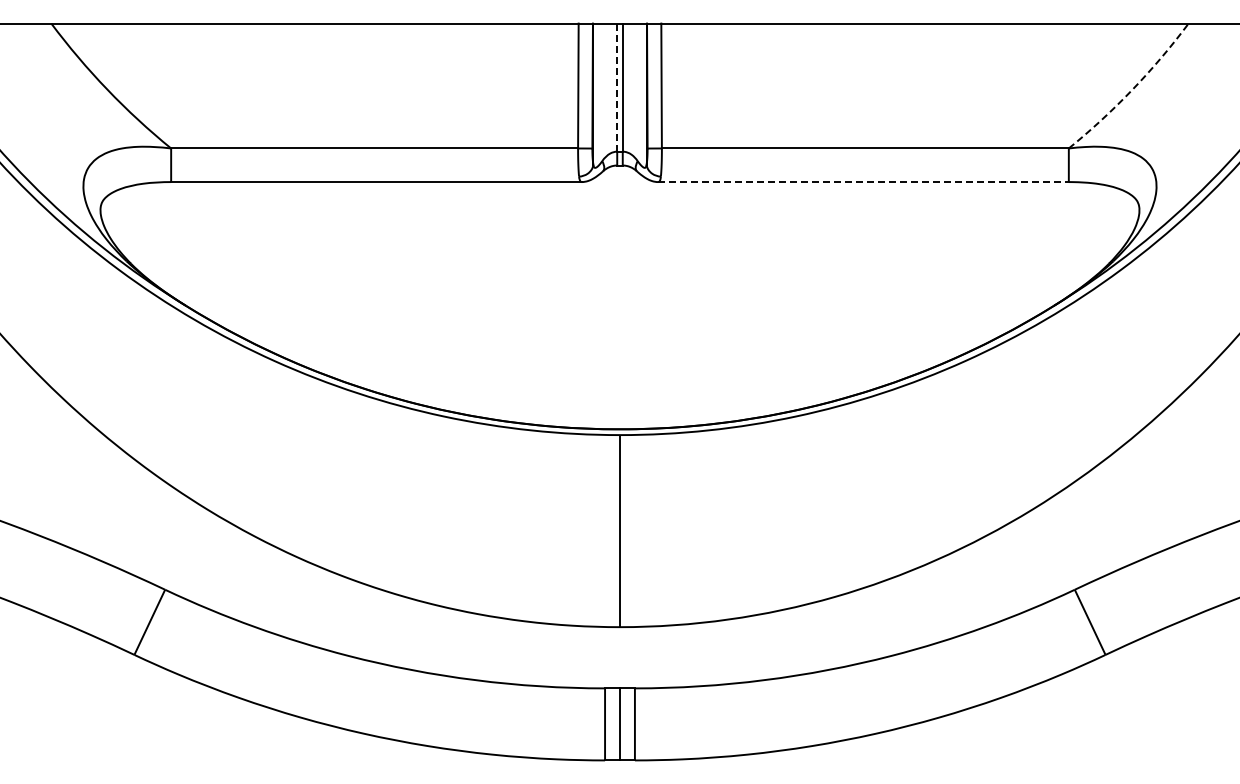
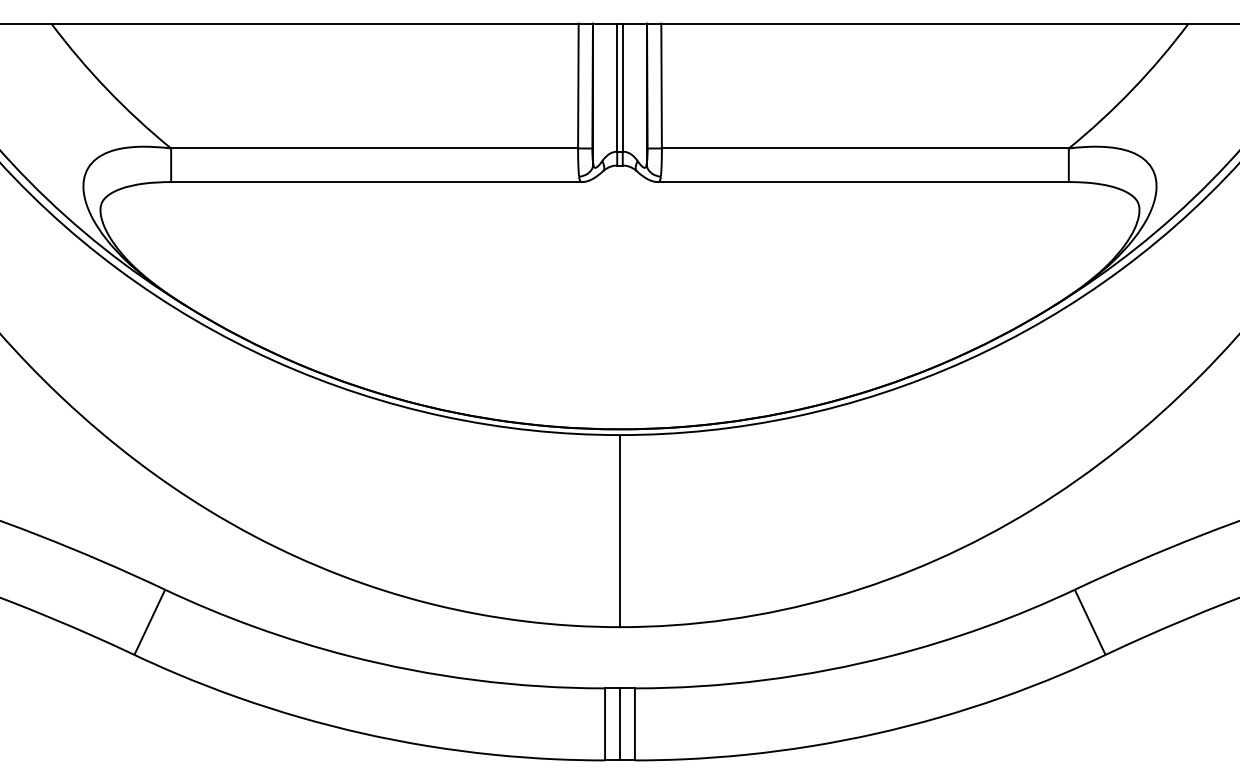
line at (617, 88): dashed -> solid
arc at (1132, 89): dashed -> solid
line at (863, 182): dashed -> solid
